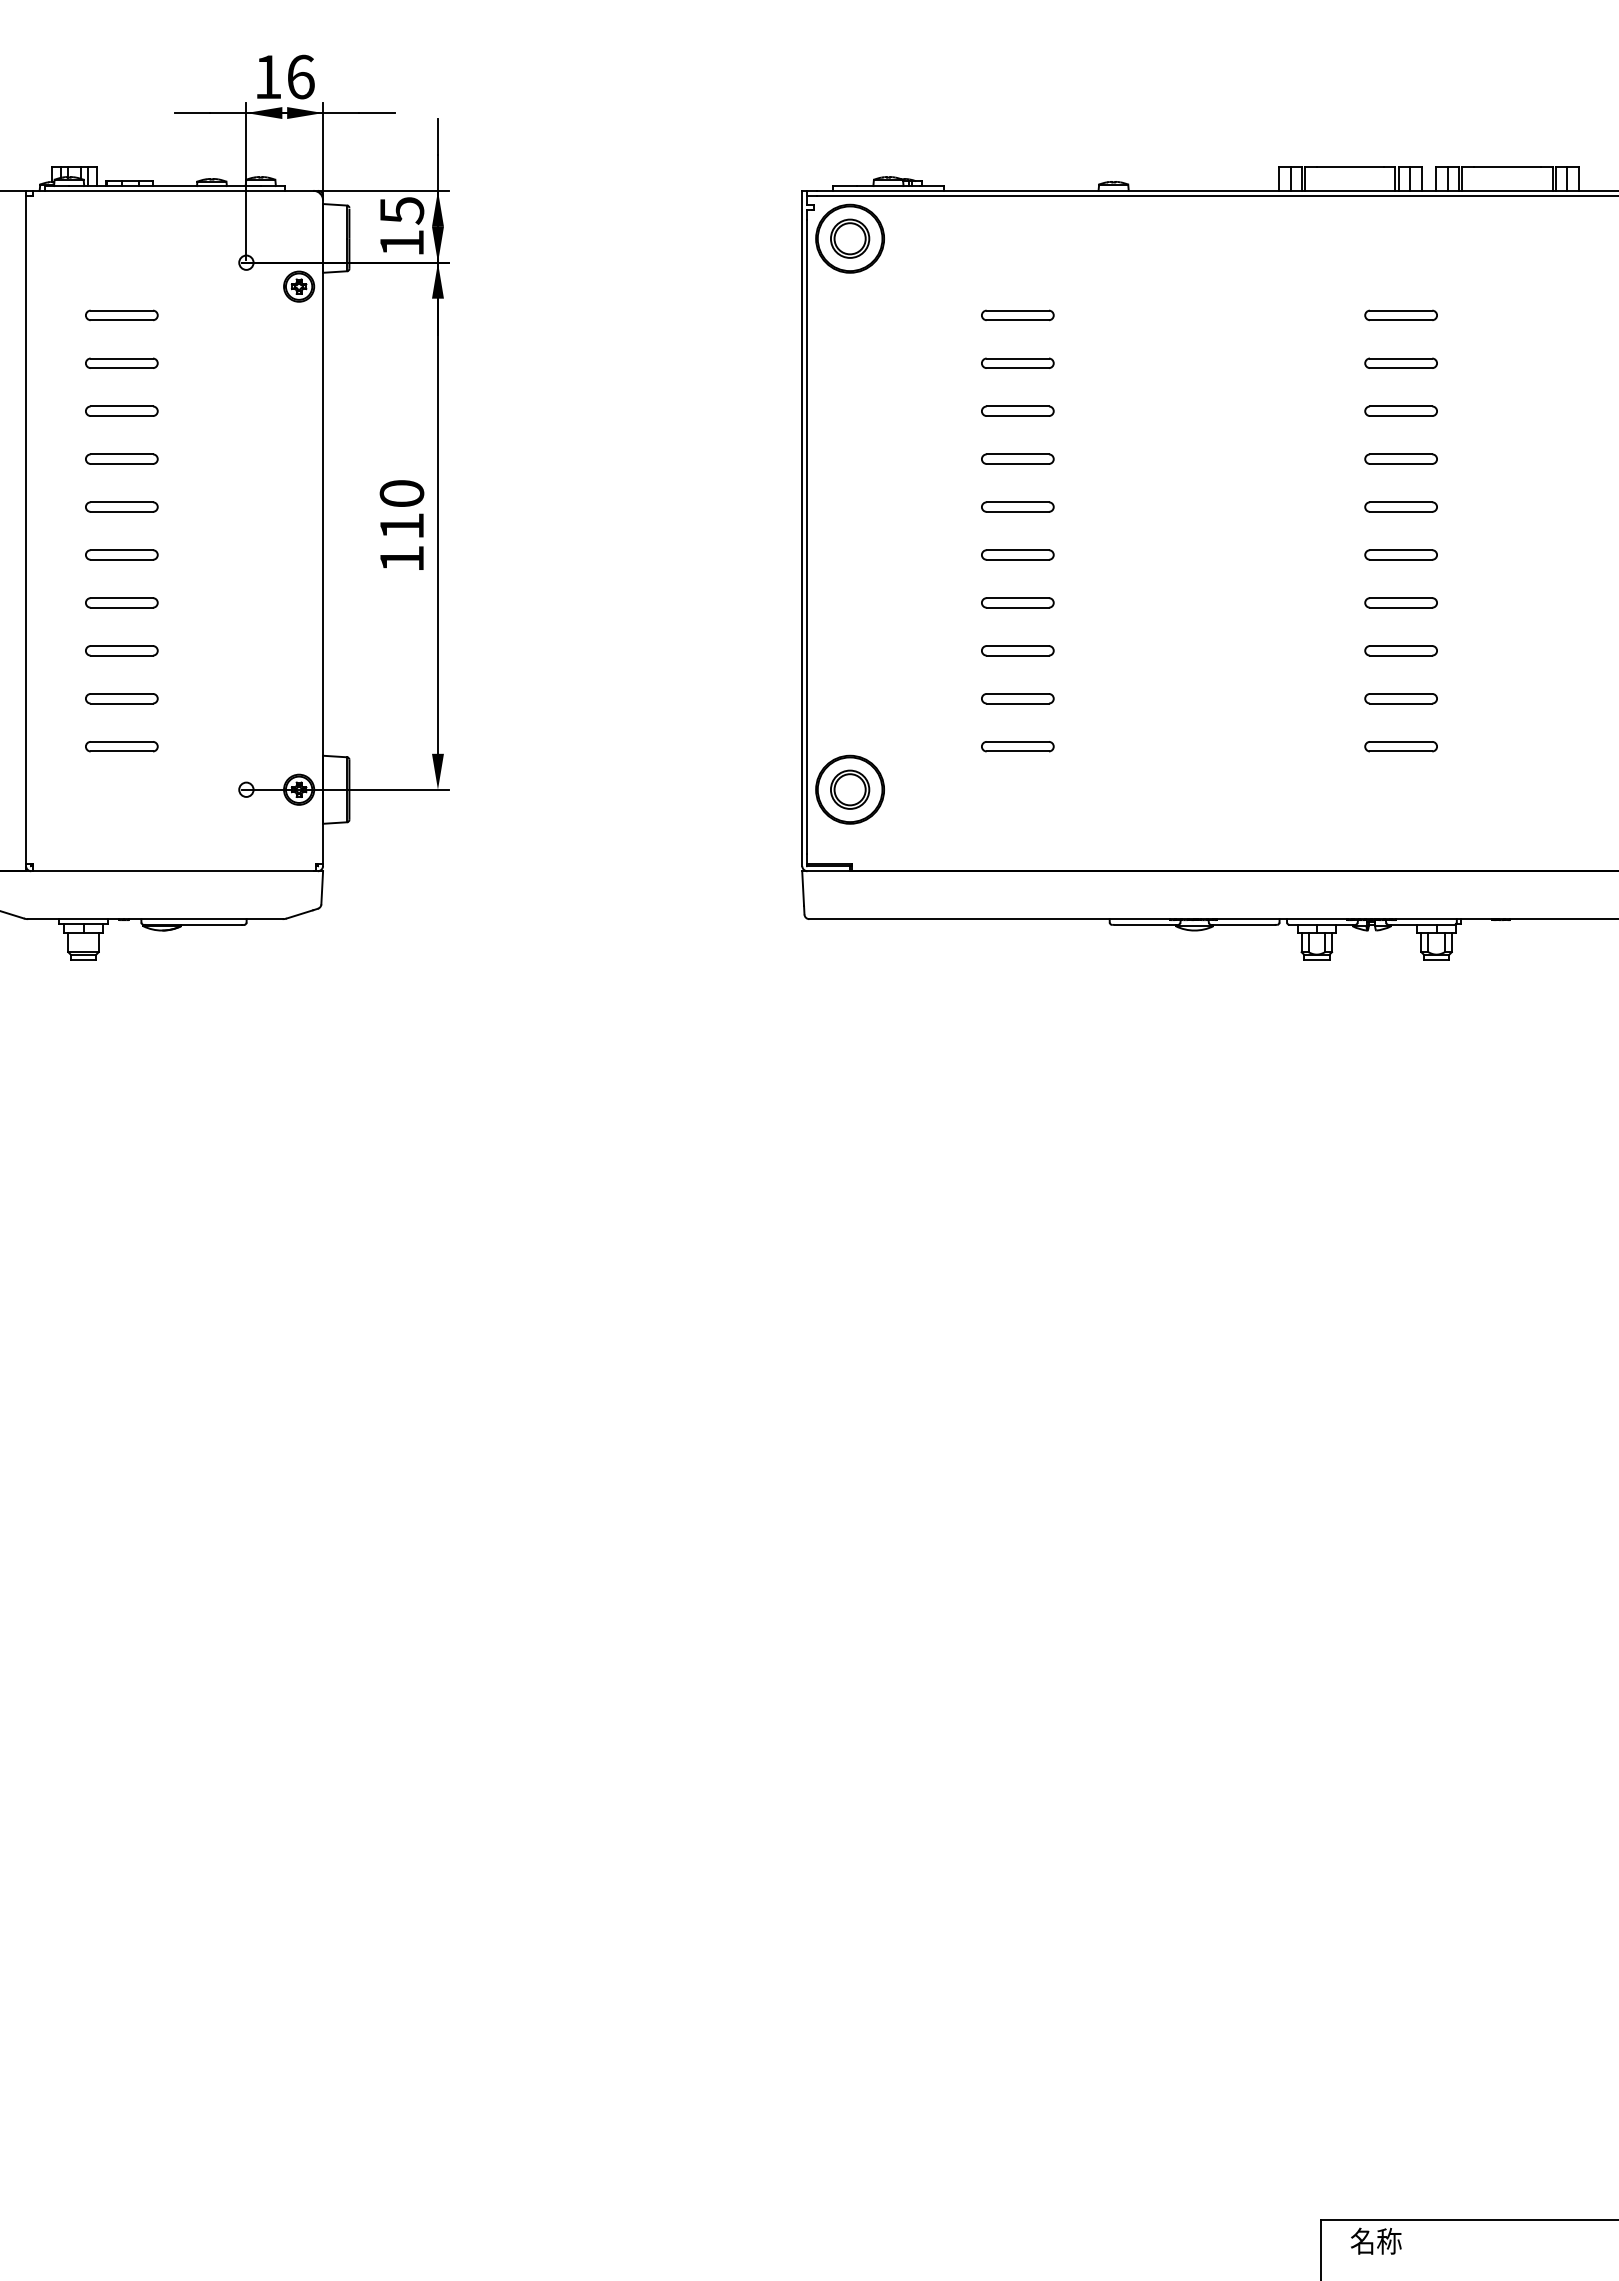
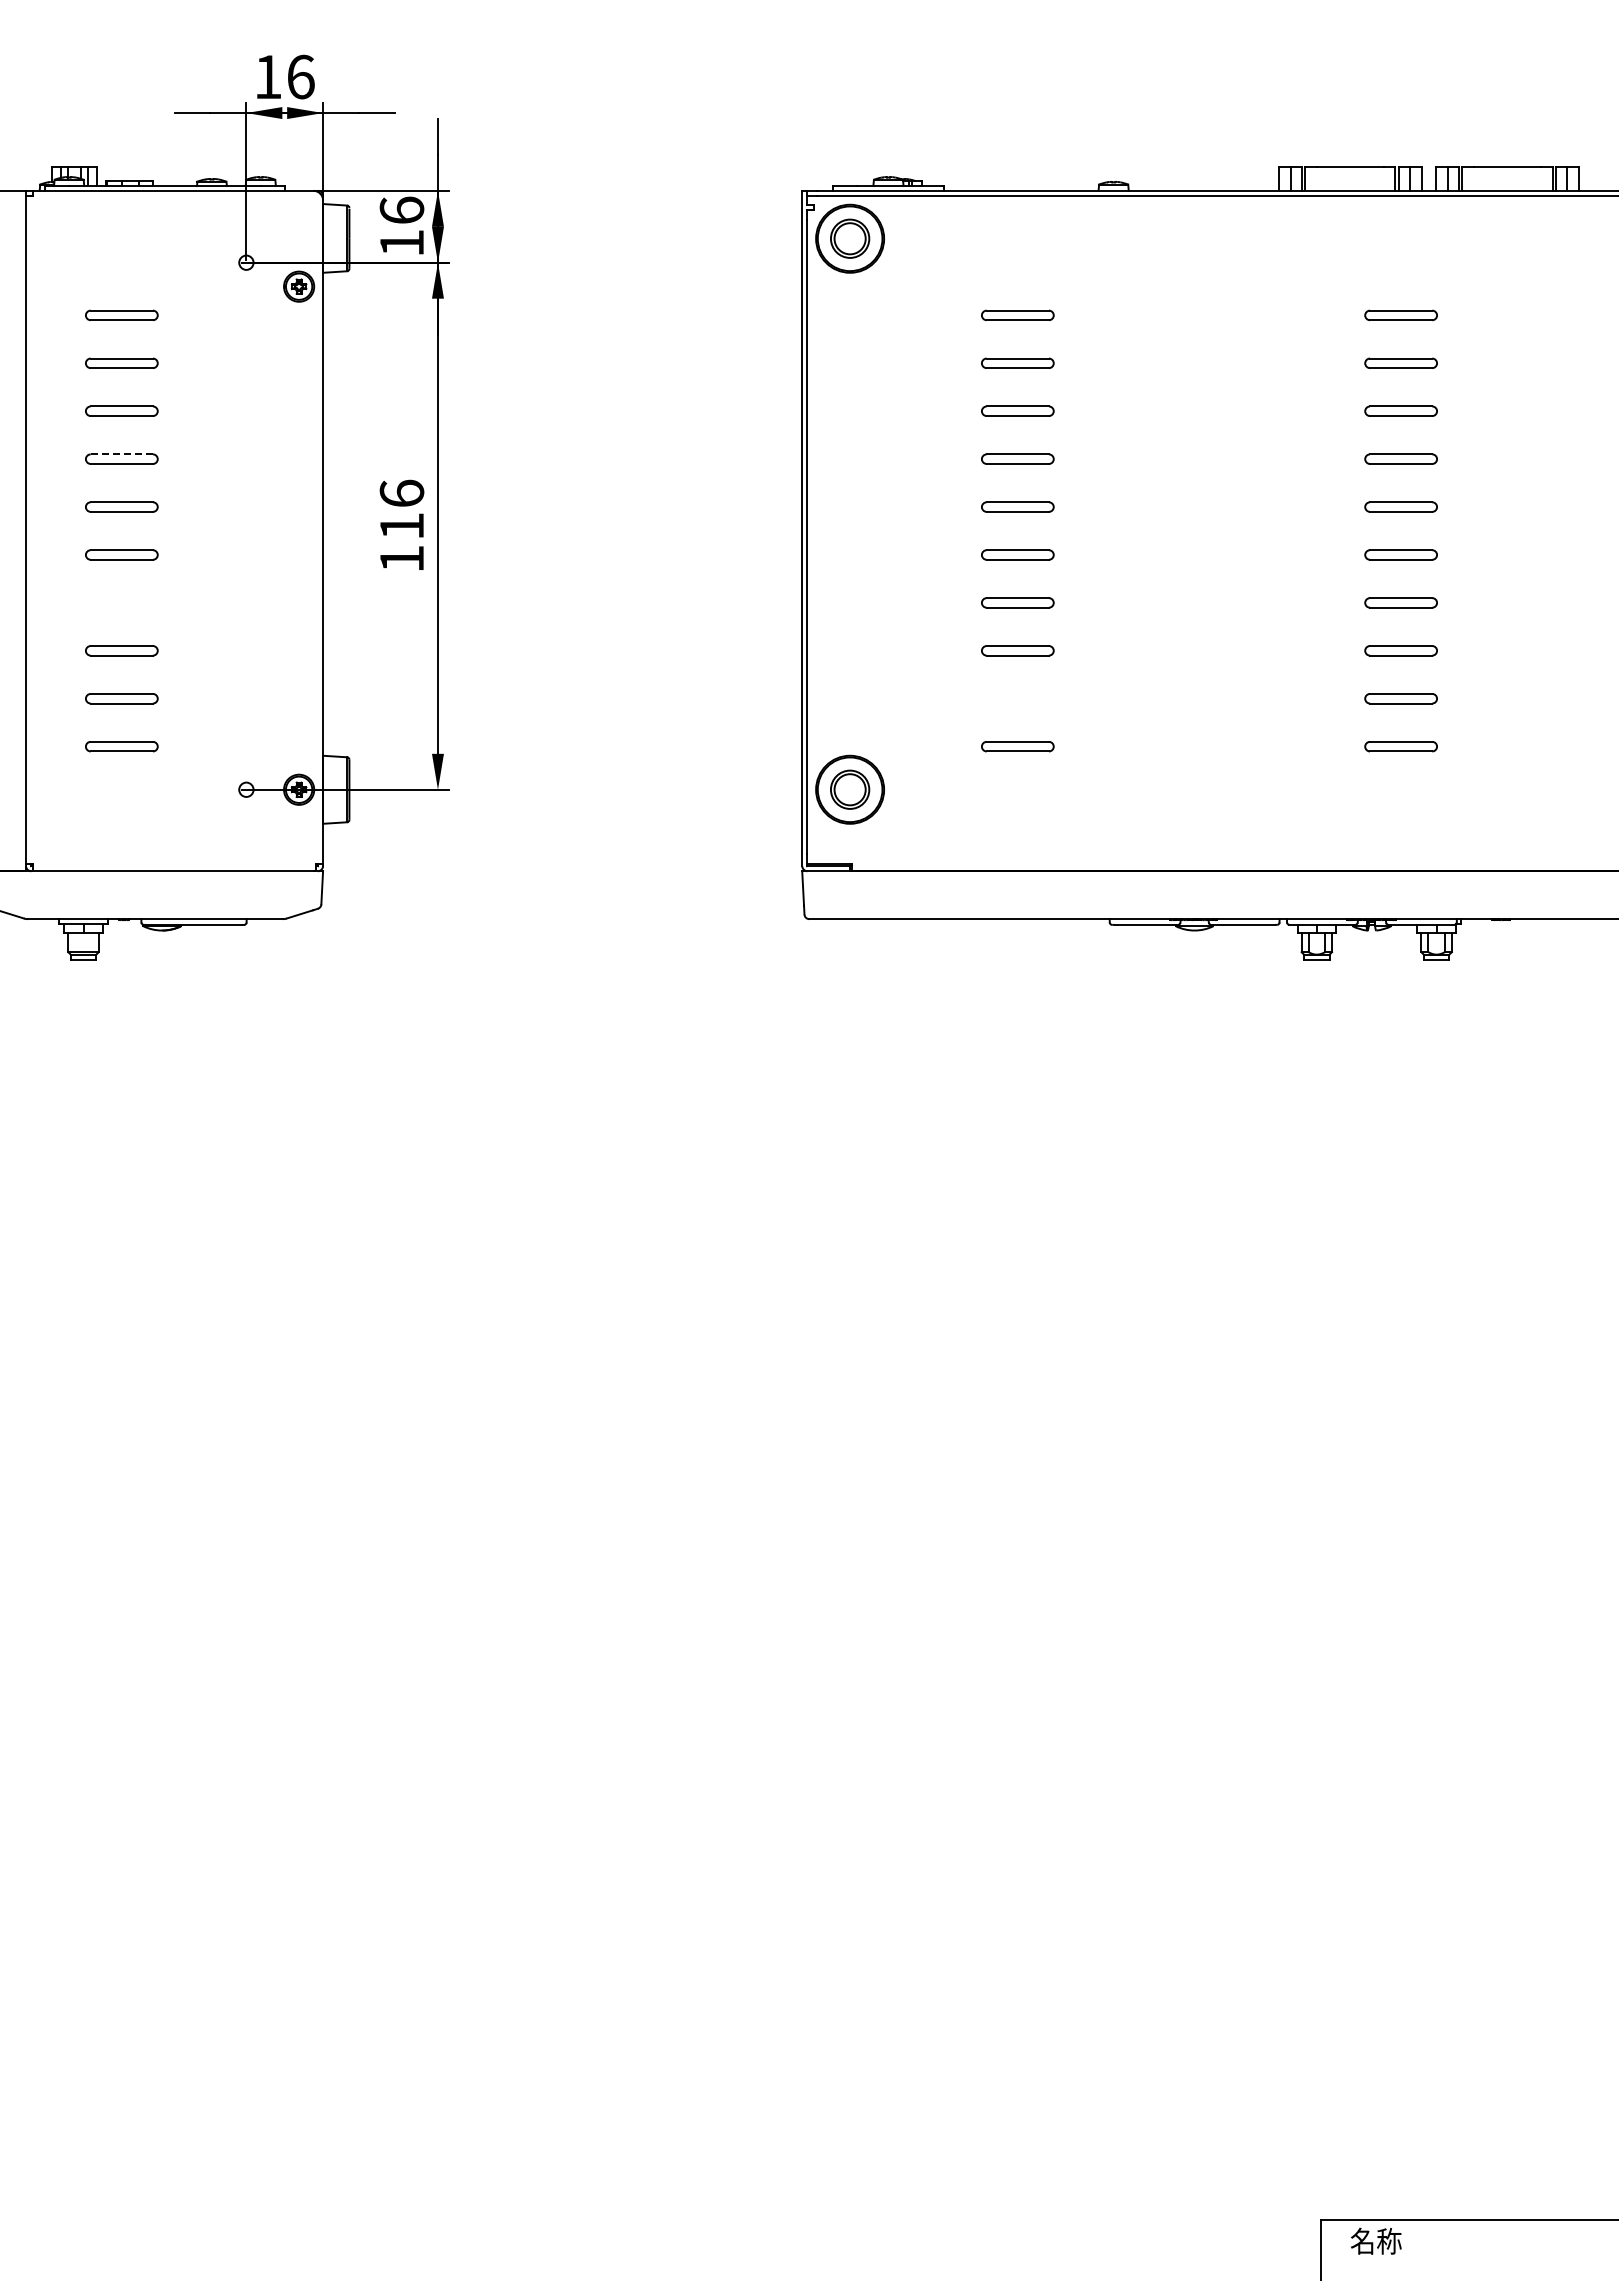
text at (401, 210): 15 -> 16
line at (122, 454): solid -> dashed
text at (401, 492): 110 -> 116
part at (121, 602): present -> none
part at (1017, 698): present -> none
